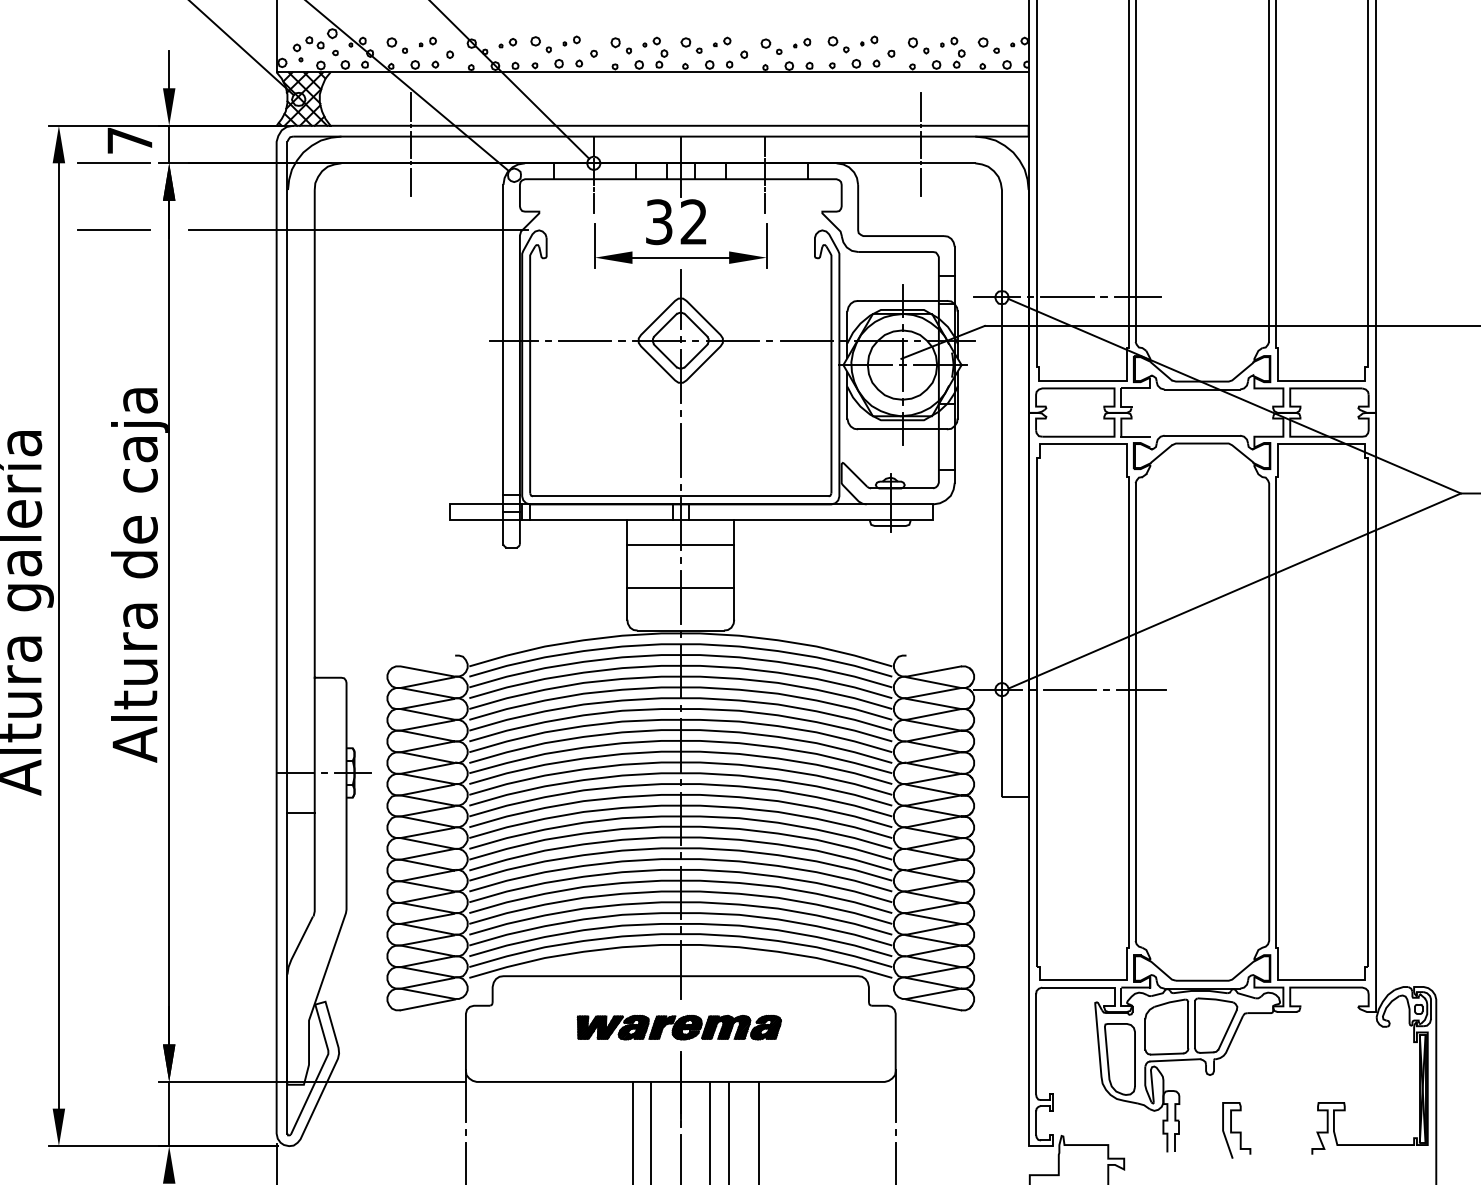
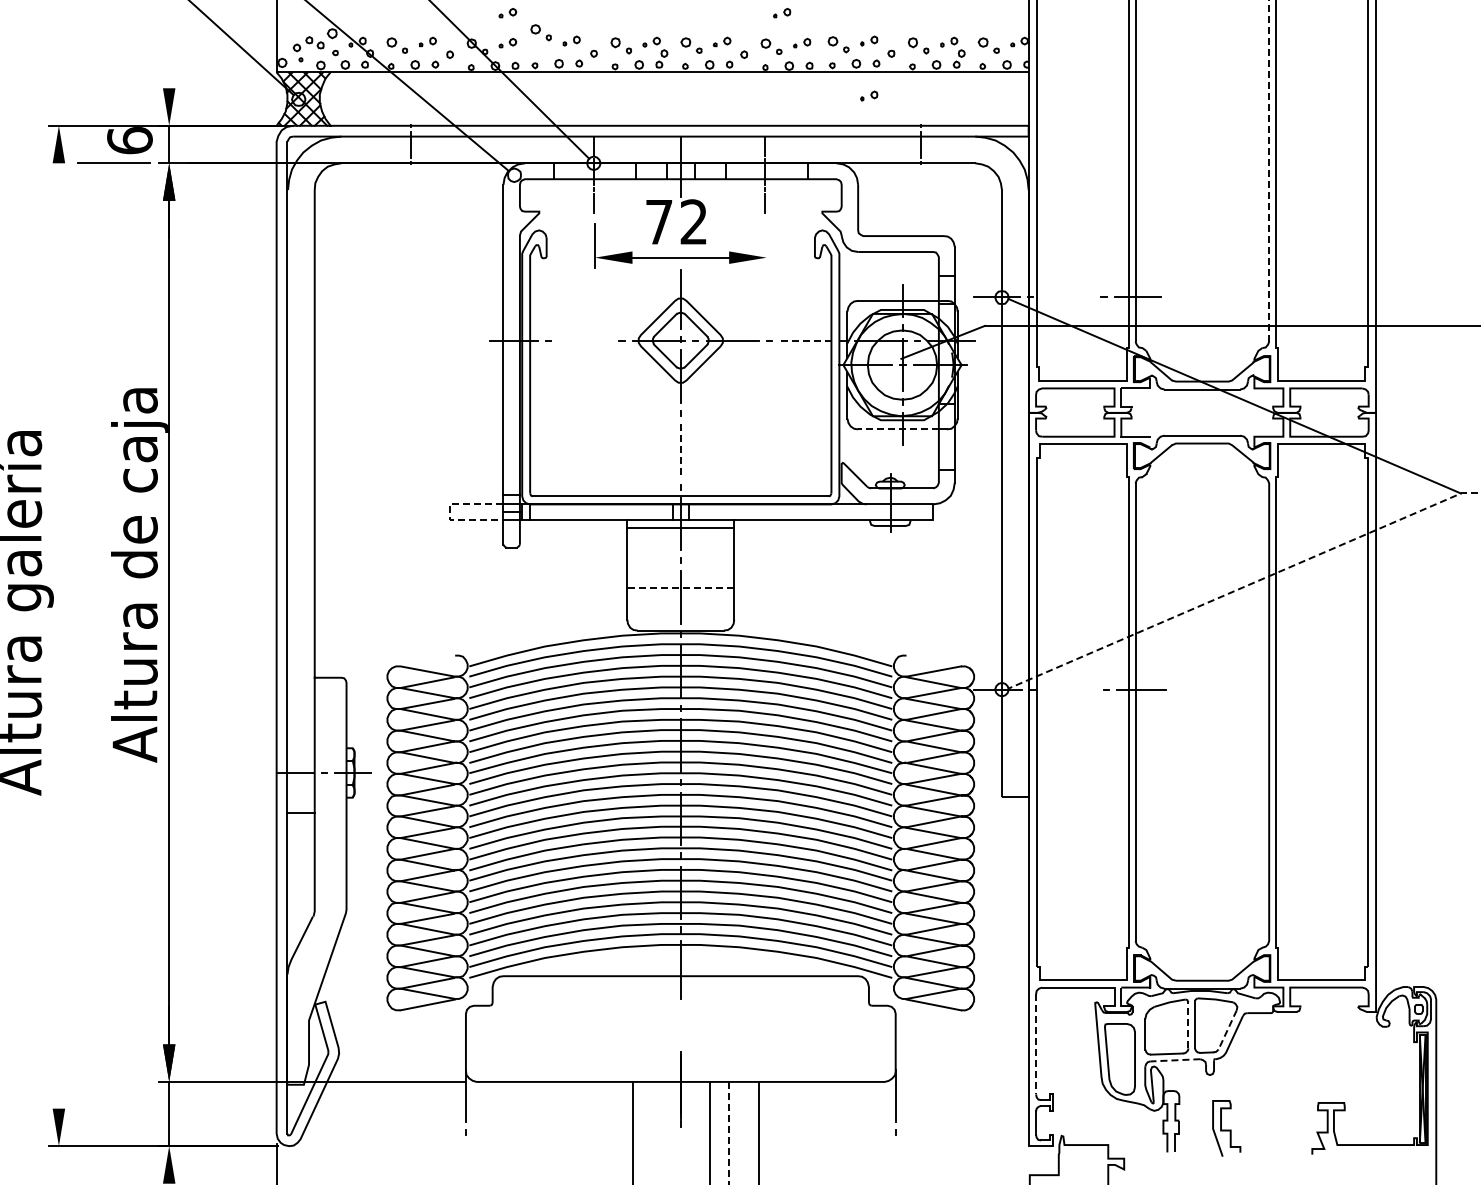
part at (782, 12): none -> present
part at (507, 13): none -> present
part at (540, 44) position: (540, 44) -> (540, 32)
line at (169, 69): present -> none
part at (869, 95): none -> present
line at (411, 106): present -> none
line at (921, 106): present -> none
text at (129, 140): 7 -> 6
line at (1269, 171): solid -> dashed
line at (411, 181): present -> none
line at (921, 181): present -> none
text at (659, 222): 32 -> 72
line at (114, 230): present -> none
line at (358, 230): present -> none
line at (766, 246): present -> none
line at (1067, 297): present -> none
line at (585, 340): present -> none
line at (807, 340): solid -> dashed
line at (898, 429): solid -> dashed
line at (680, 450): solid -> dashed
line at (450, 512): solid -> dashed
line at (680, 544) position: (680, 544) -> (680, 527)
line at (1244, 586): solid -> dashed
line at (680, 587): solid -> dashed
line at (58, 635): present -> none
line at (1069, 689): present -> none
line at (1188, 1024): solid -> dashed
part at (678, 1027): present -> none
line at (1227, 1029): solid -> dashed
line at (1036, 1044): solid -> dashed
line at (1174, 1060): solid -> dashed
line at (651, 1131): present -> none
curve at (1236, 1131) position: (1236, 1131) -> (1226, 1129)
line at (729, 1133): solid -> dashed
line at (680, 1157): present -> none
line at (465, 1162): present -> none
line at (895, 1162): present -> none
